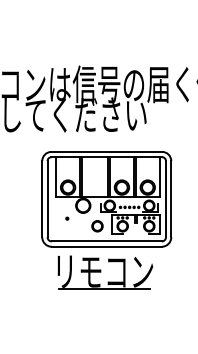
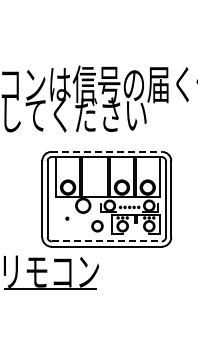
line at (107, 151): solid -> dashed
line at (107, 241): solid -> dashed
part at (105, 272) position: (105, 272) -> (51, 272)
